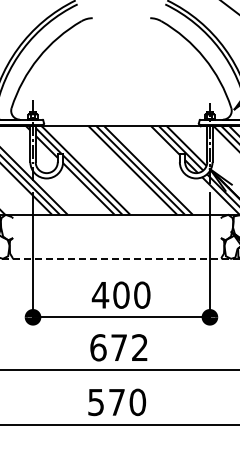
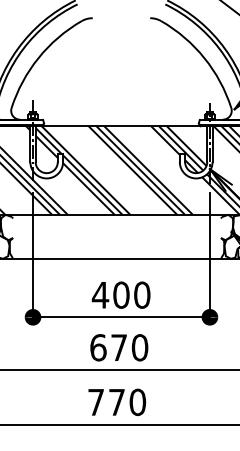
line at (120, 258): dashed -> solid
text at (139, 347): 672 -> 670
text at (95, 402): 570 -> 770
